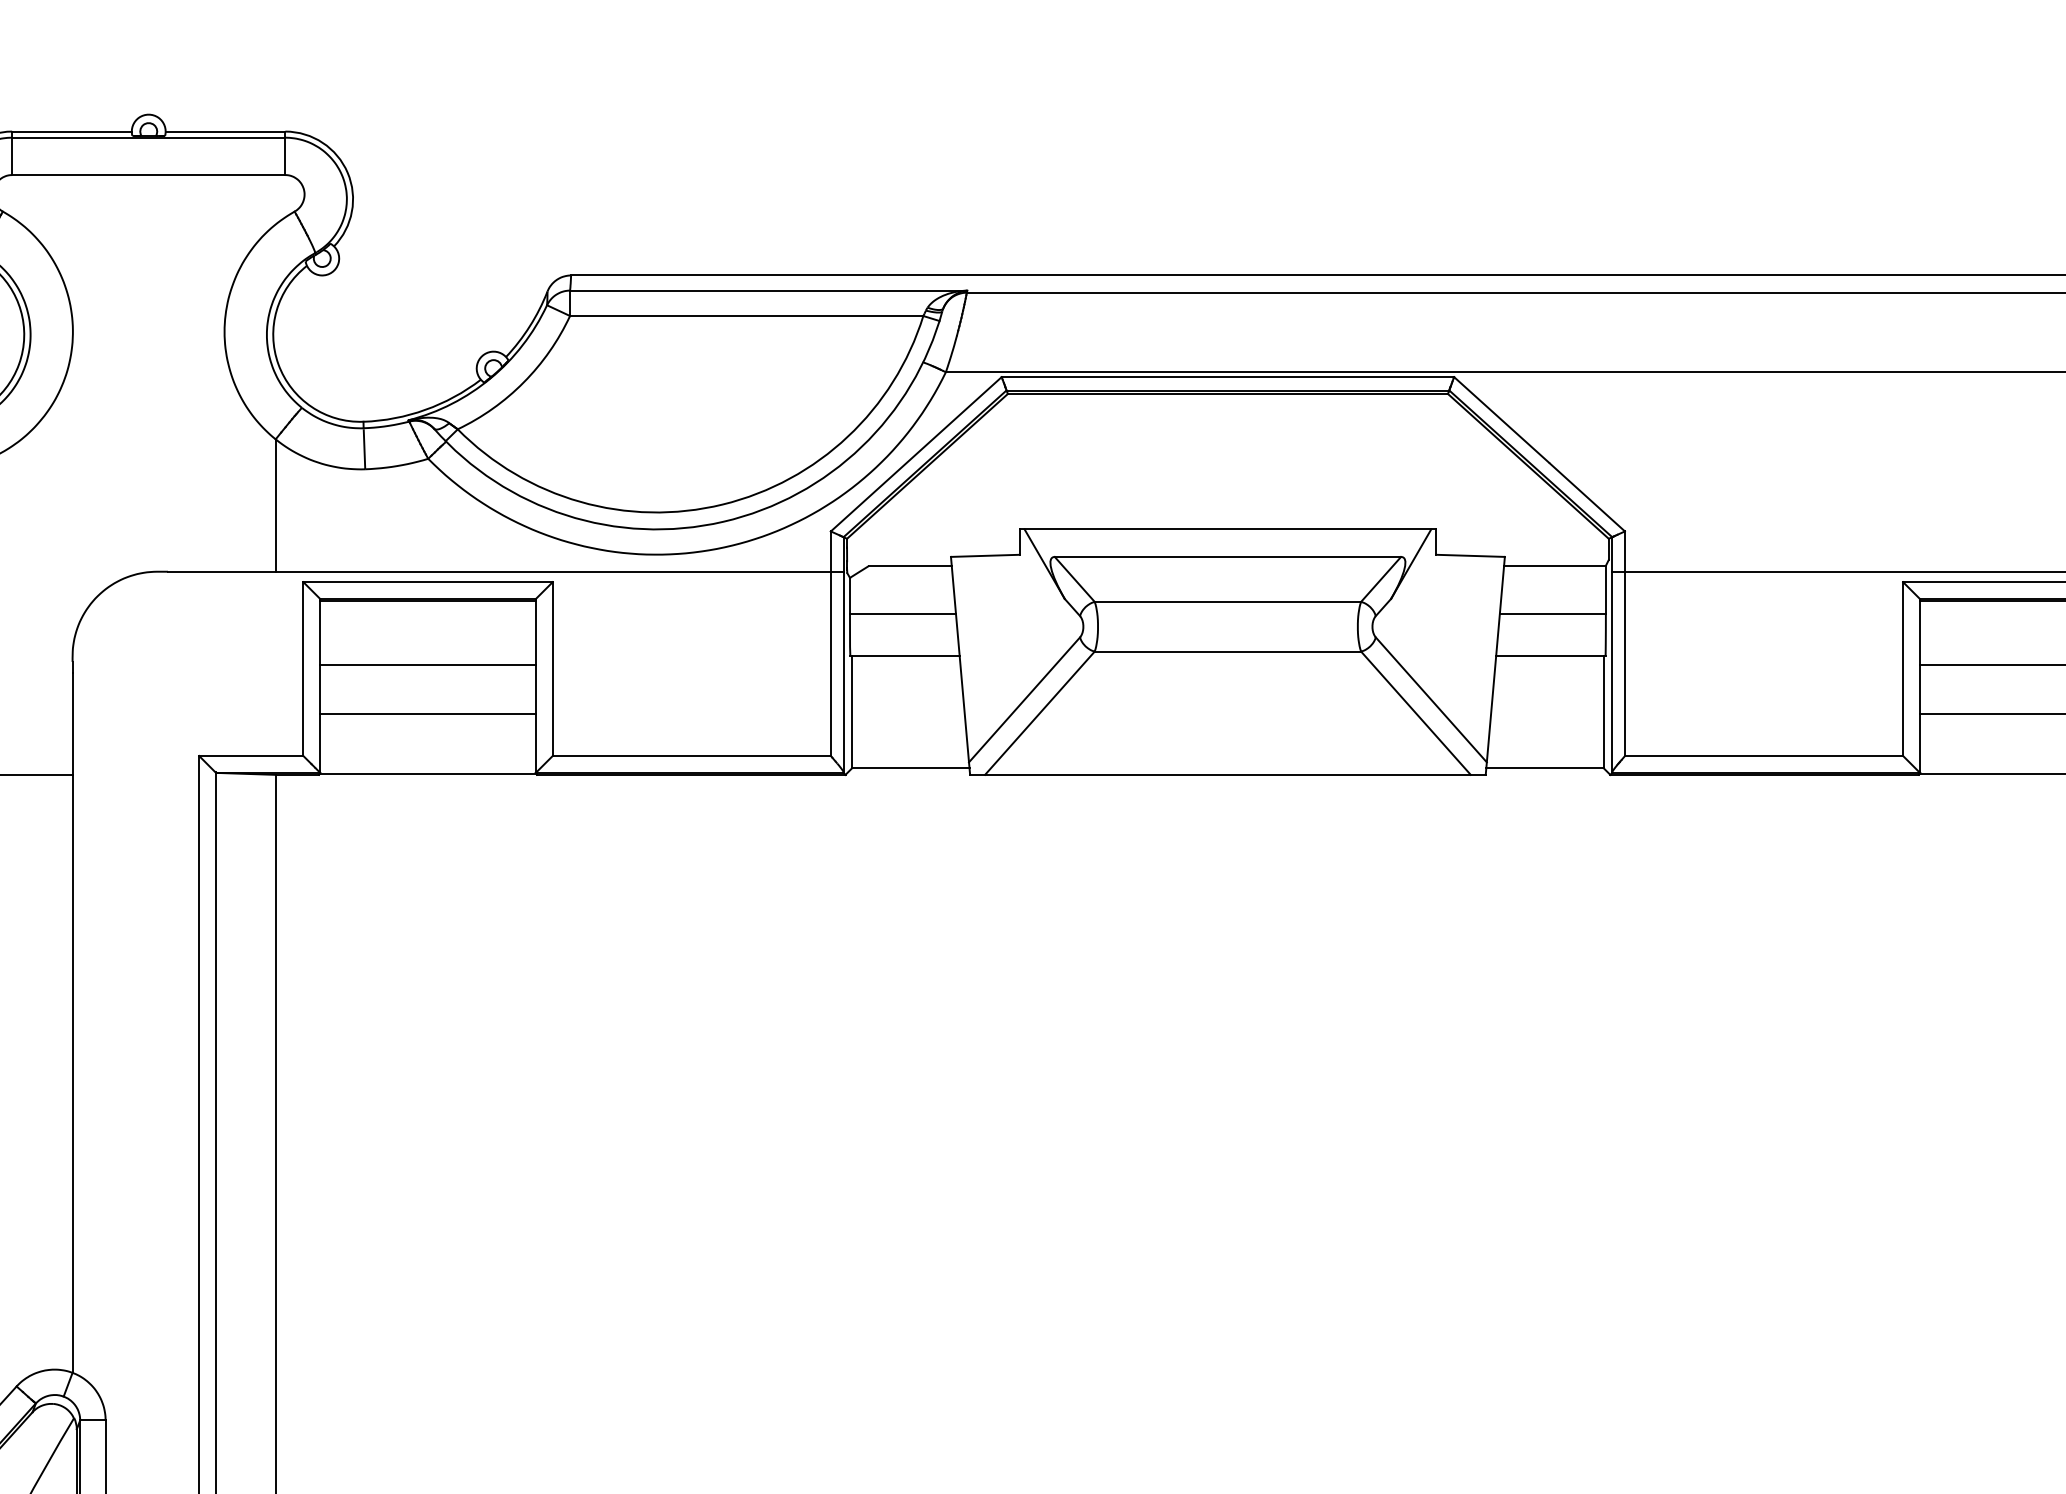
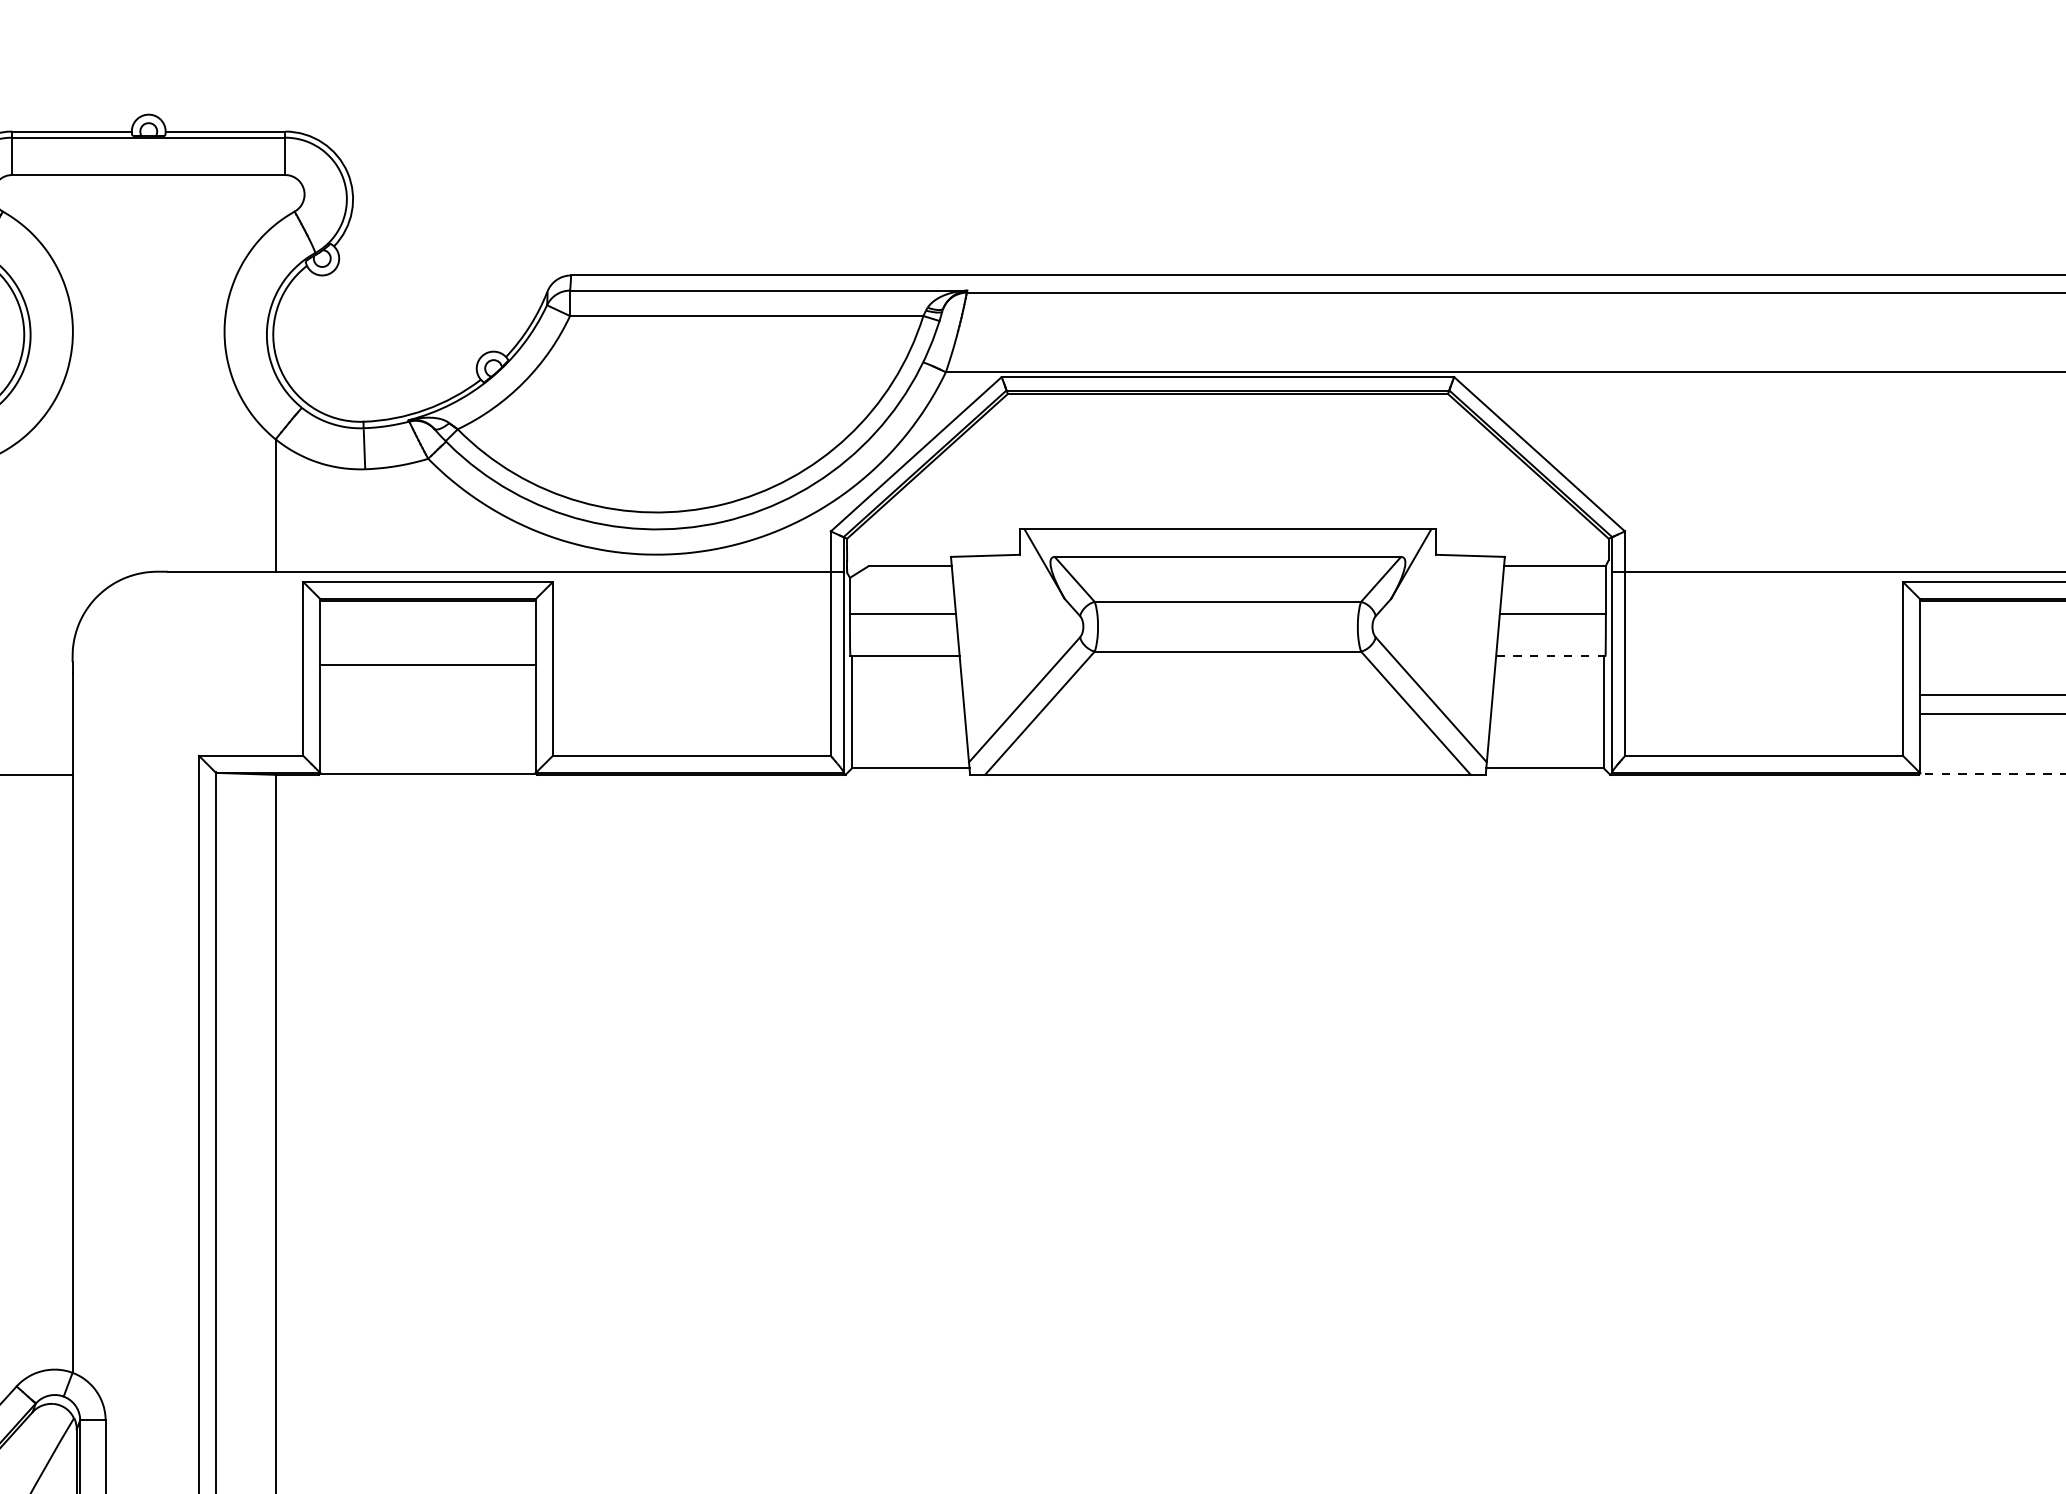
line at (1550, 656): solid -> dashed
line at (1991, 664) position: (1991, 664) -> (1991, 694)
line at (427, 713): present -> none
line at (1992, 774): solid -> dashed
